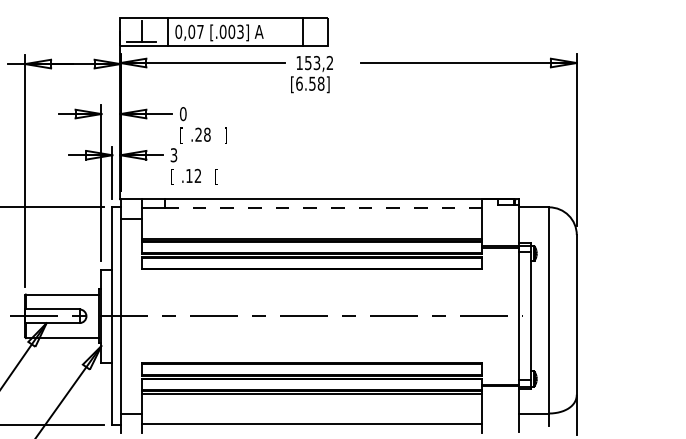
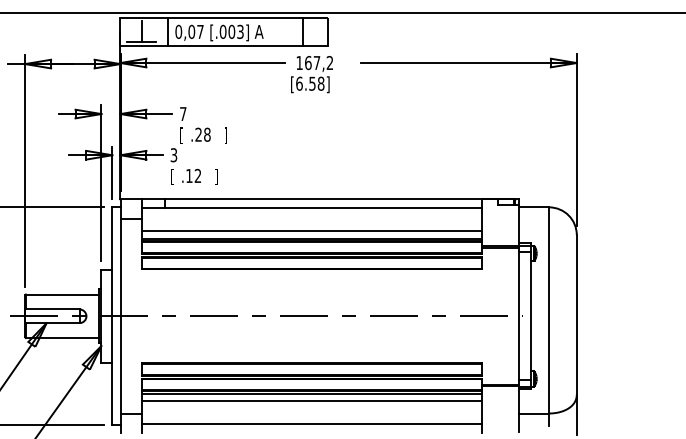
line at (342, 13): none -> present
text at (312, 62): 153,2 -> 167,2
text at (183, 114): 0 -> 7
text at (216, 176): [ -> ]
line at (323, 208): dashed -> solid
line at (311, 231): none -> present
line at (311, 401): none -> present
